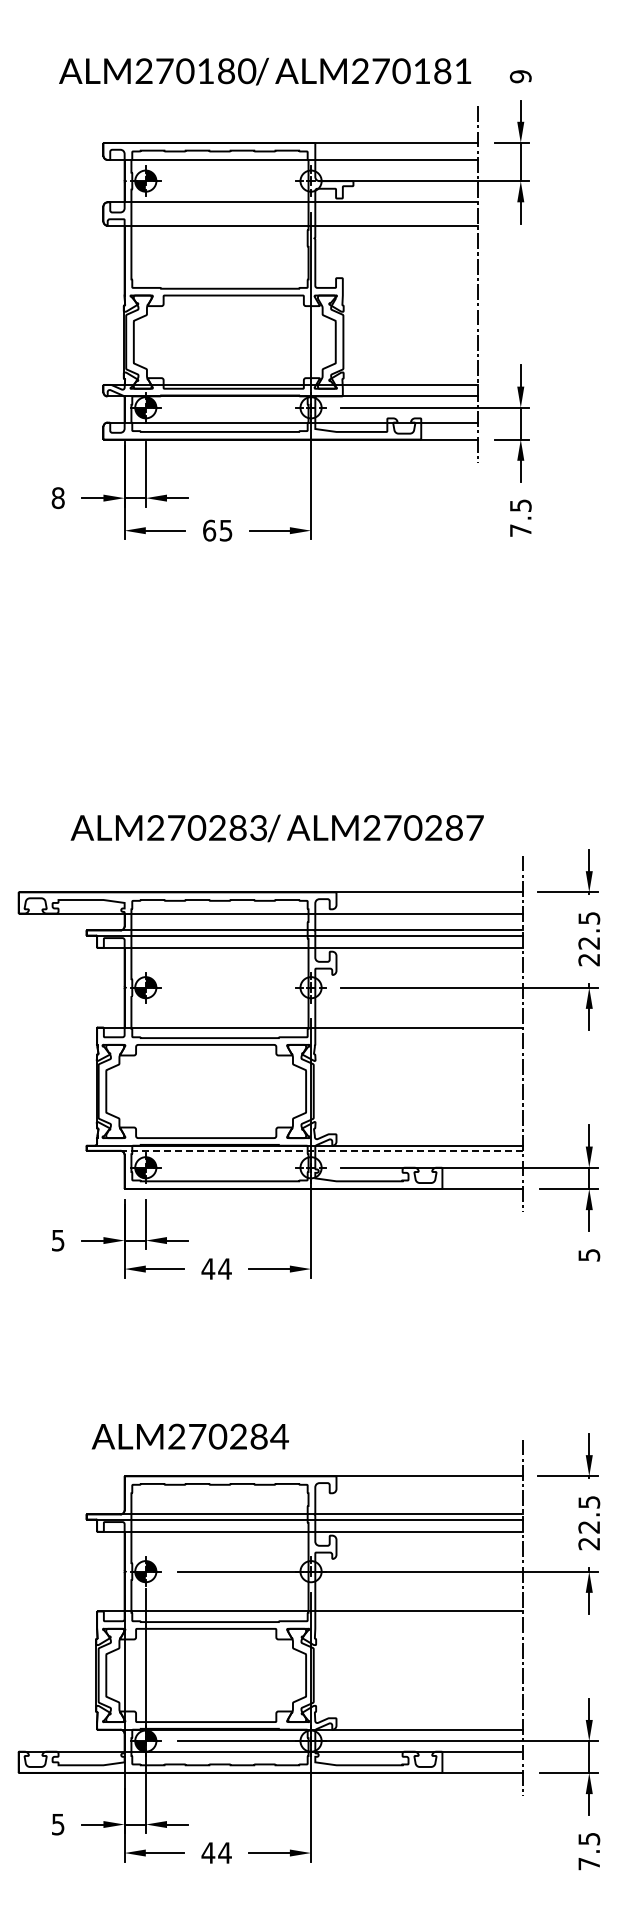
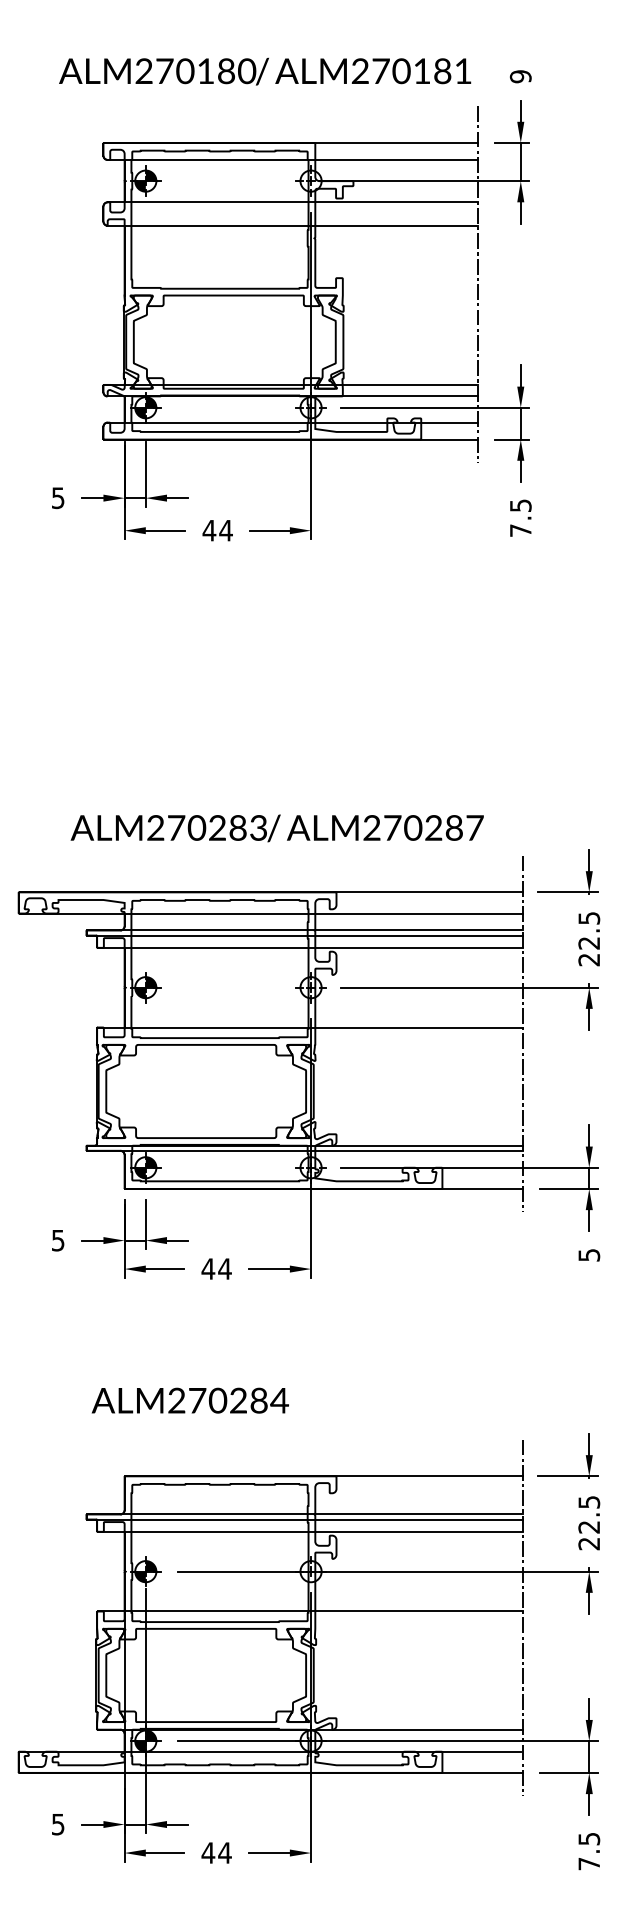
text at (57, 498): 8 -> 5
text at (217, 530): 65 -> 44
line at (322, 1150): dashed -> solid
text at (189, 1436) position: (189, 1436) -> (189, 1400)
